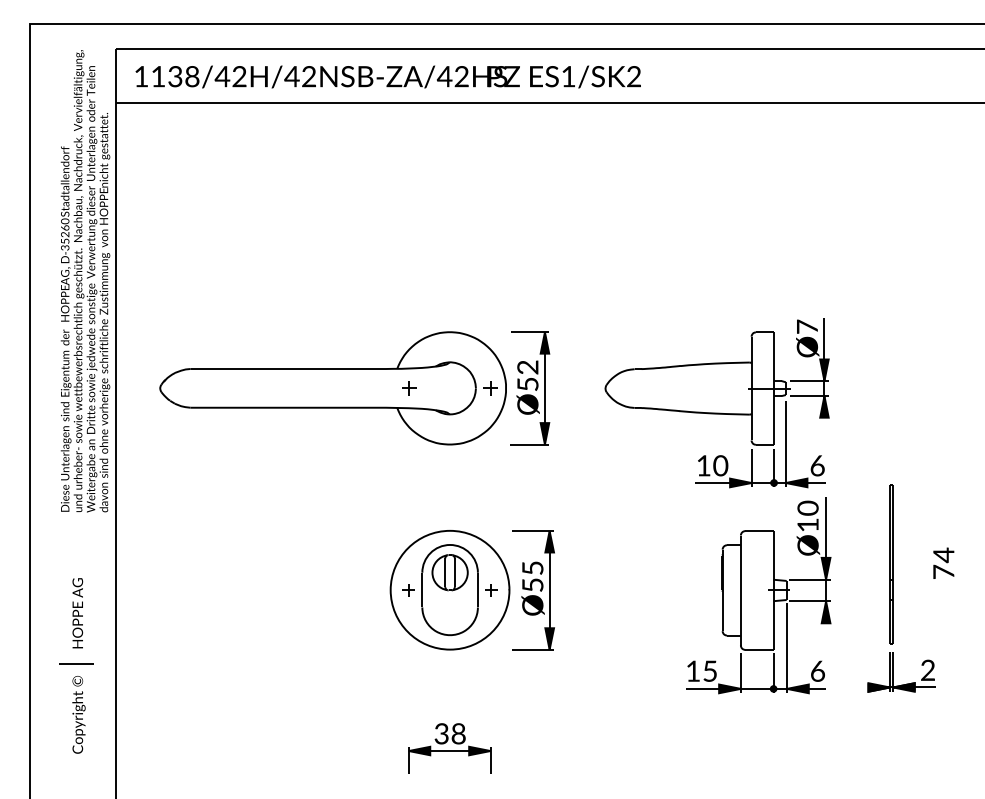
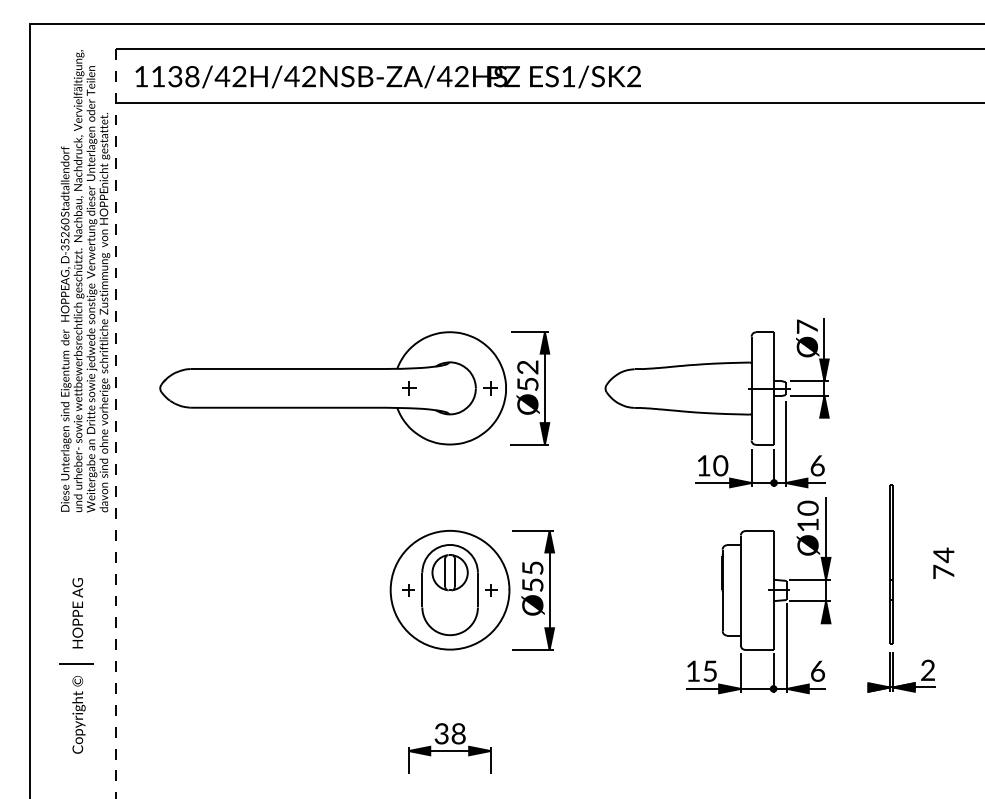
line at (116, 423): solid -> dashed
